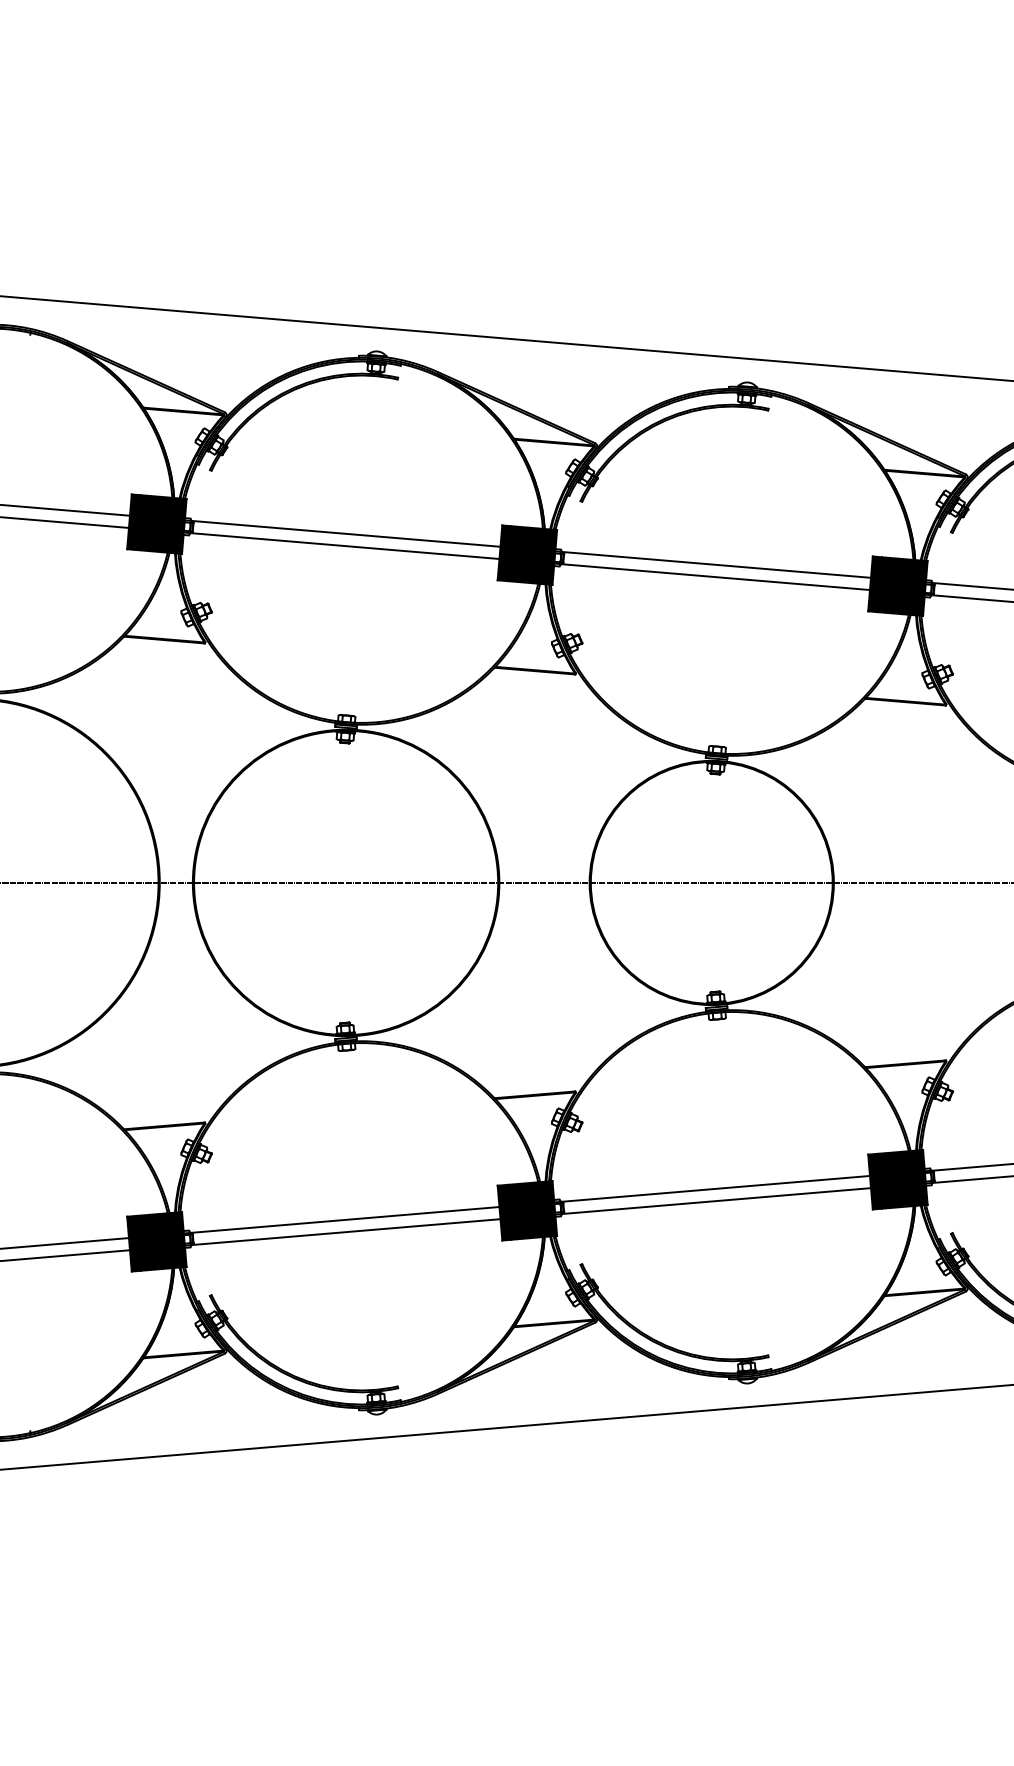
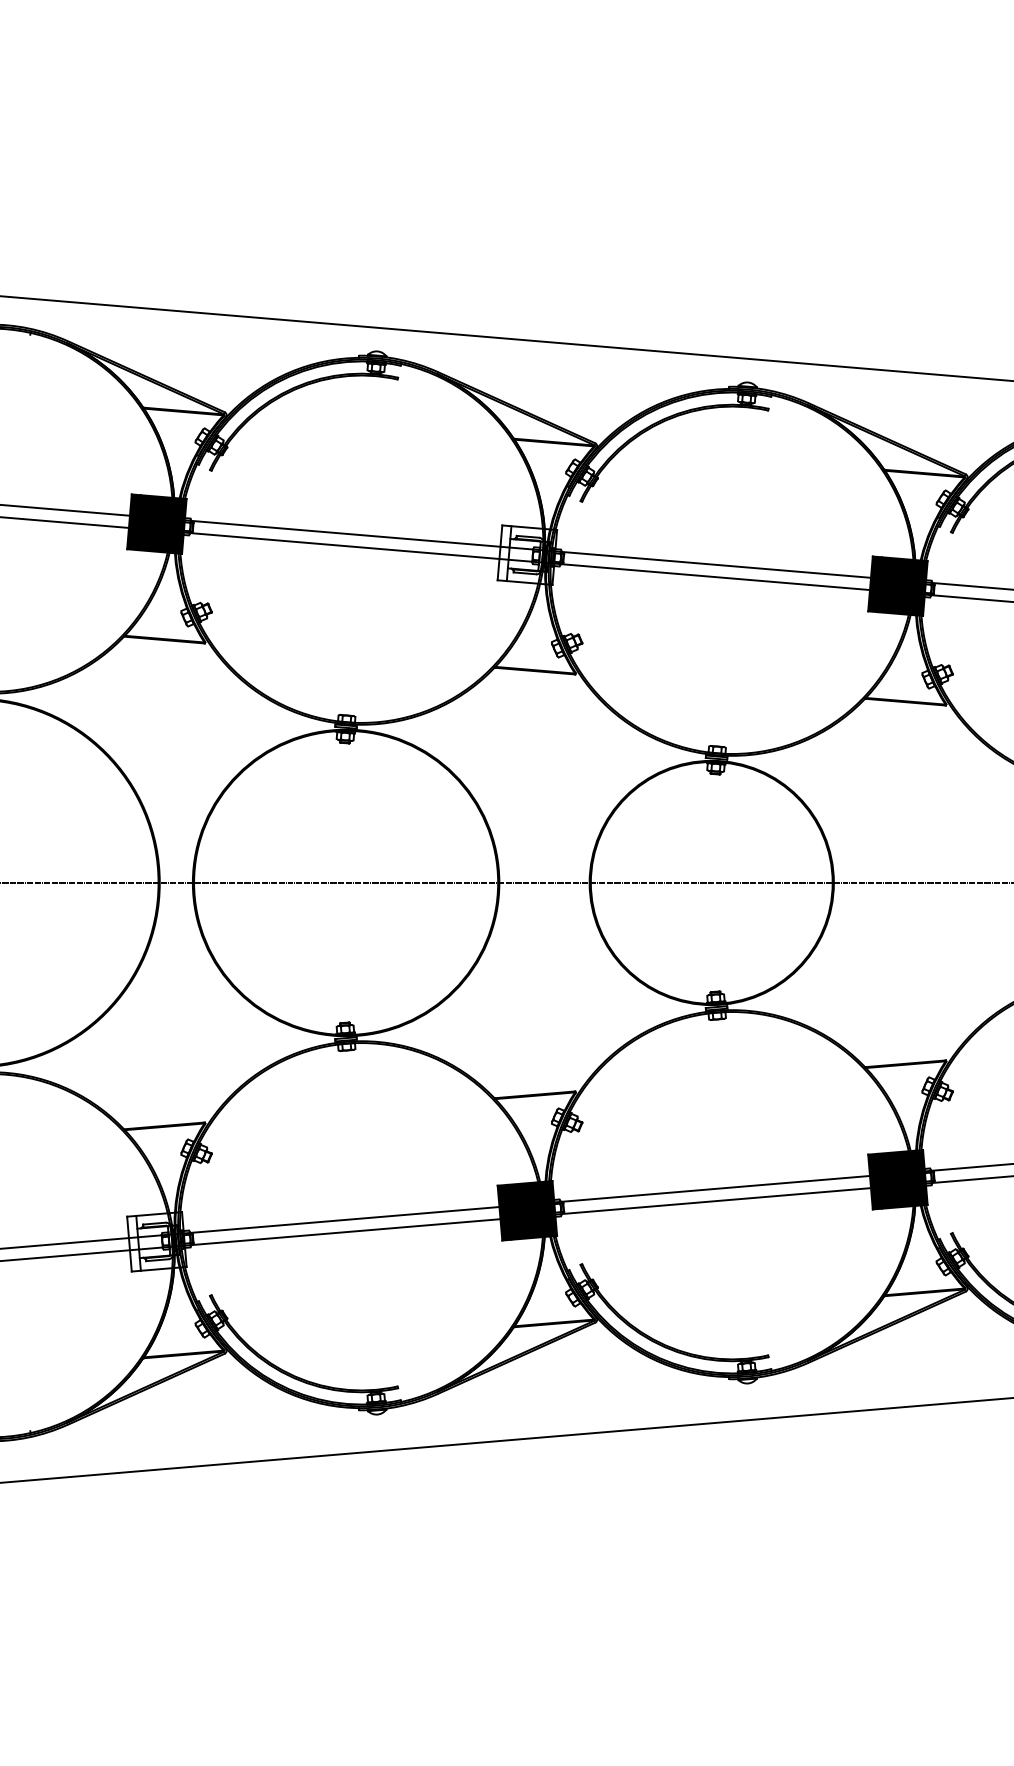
fill at (527, 554): present -> none
fill at (156, 1241): present -> none
line at (506, 1427) position: (506, 1427) -> (506, 1440)
